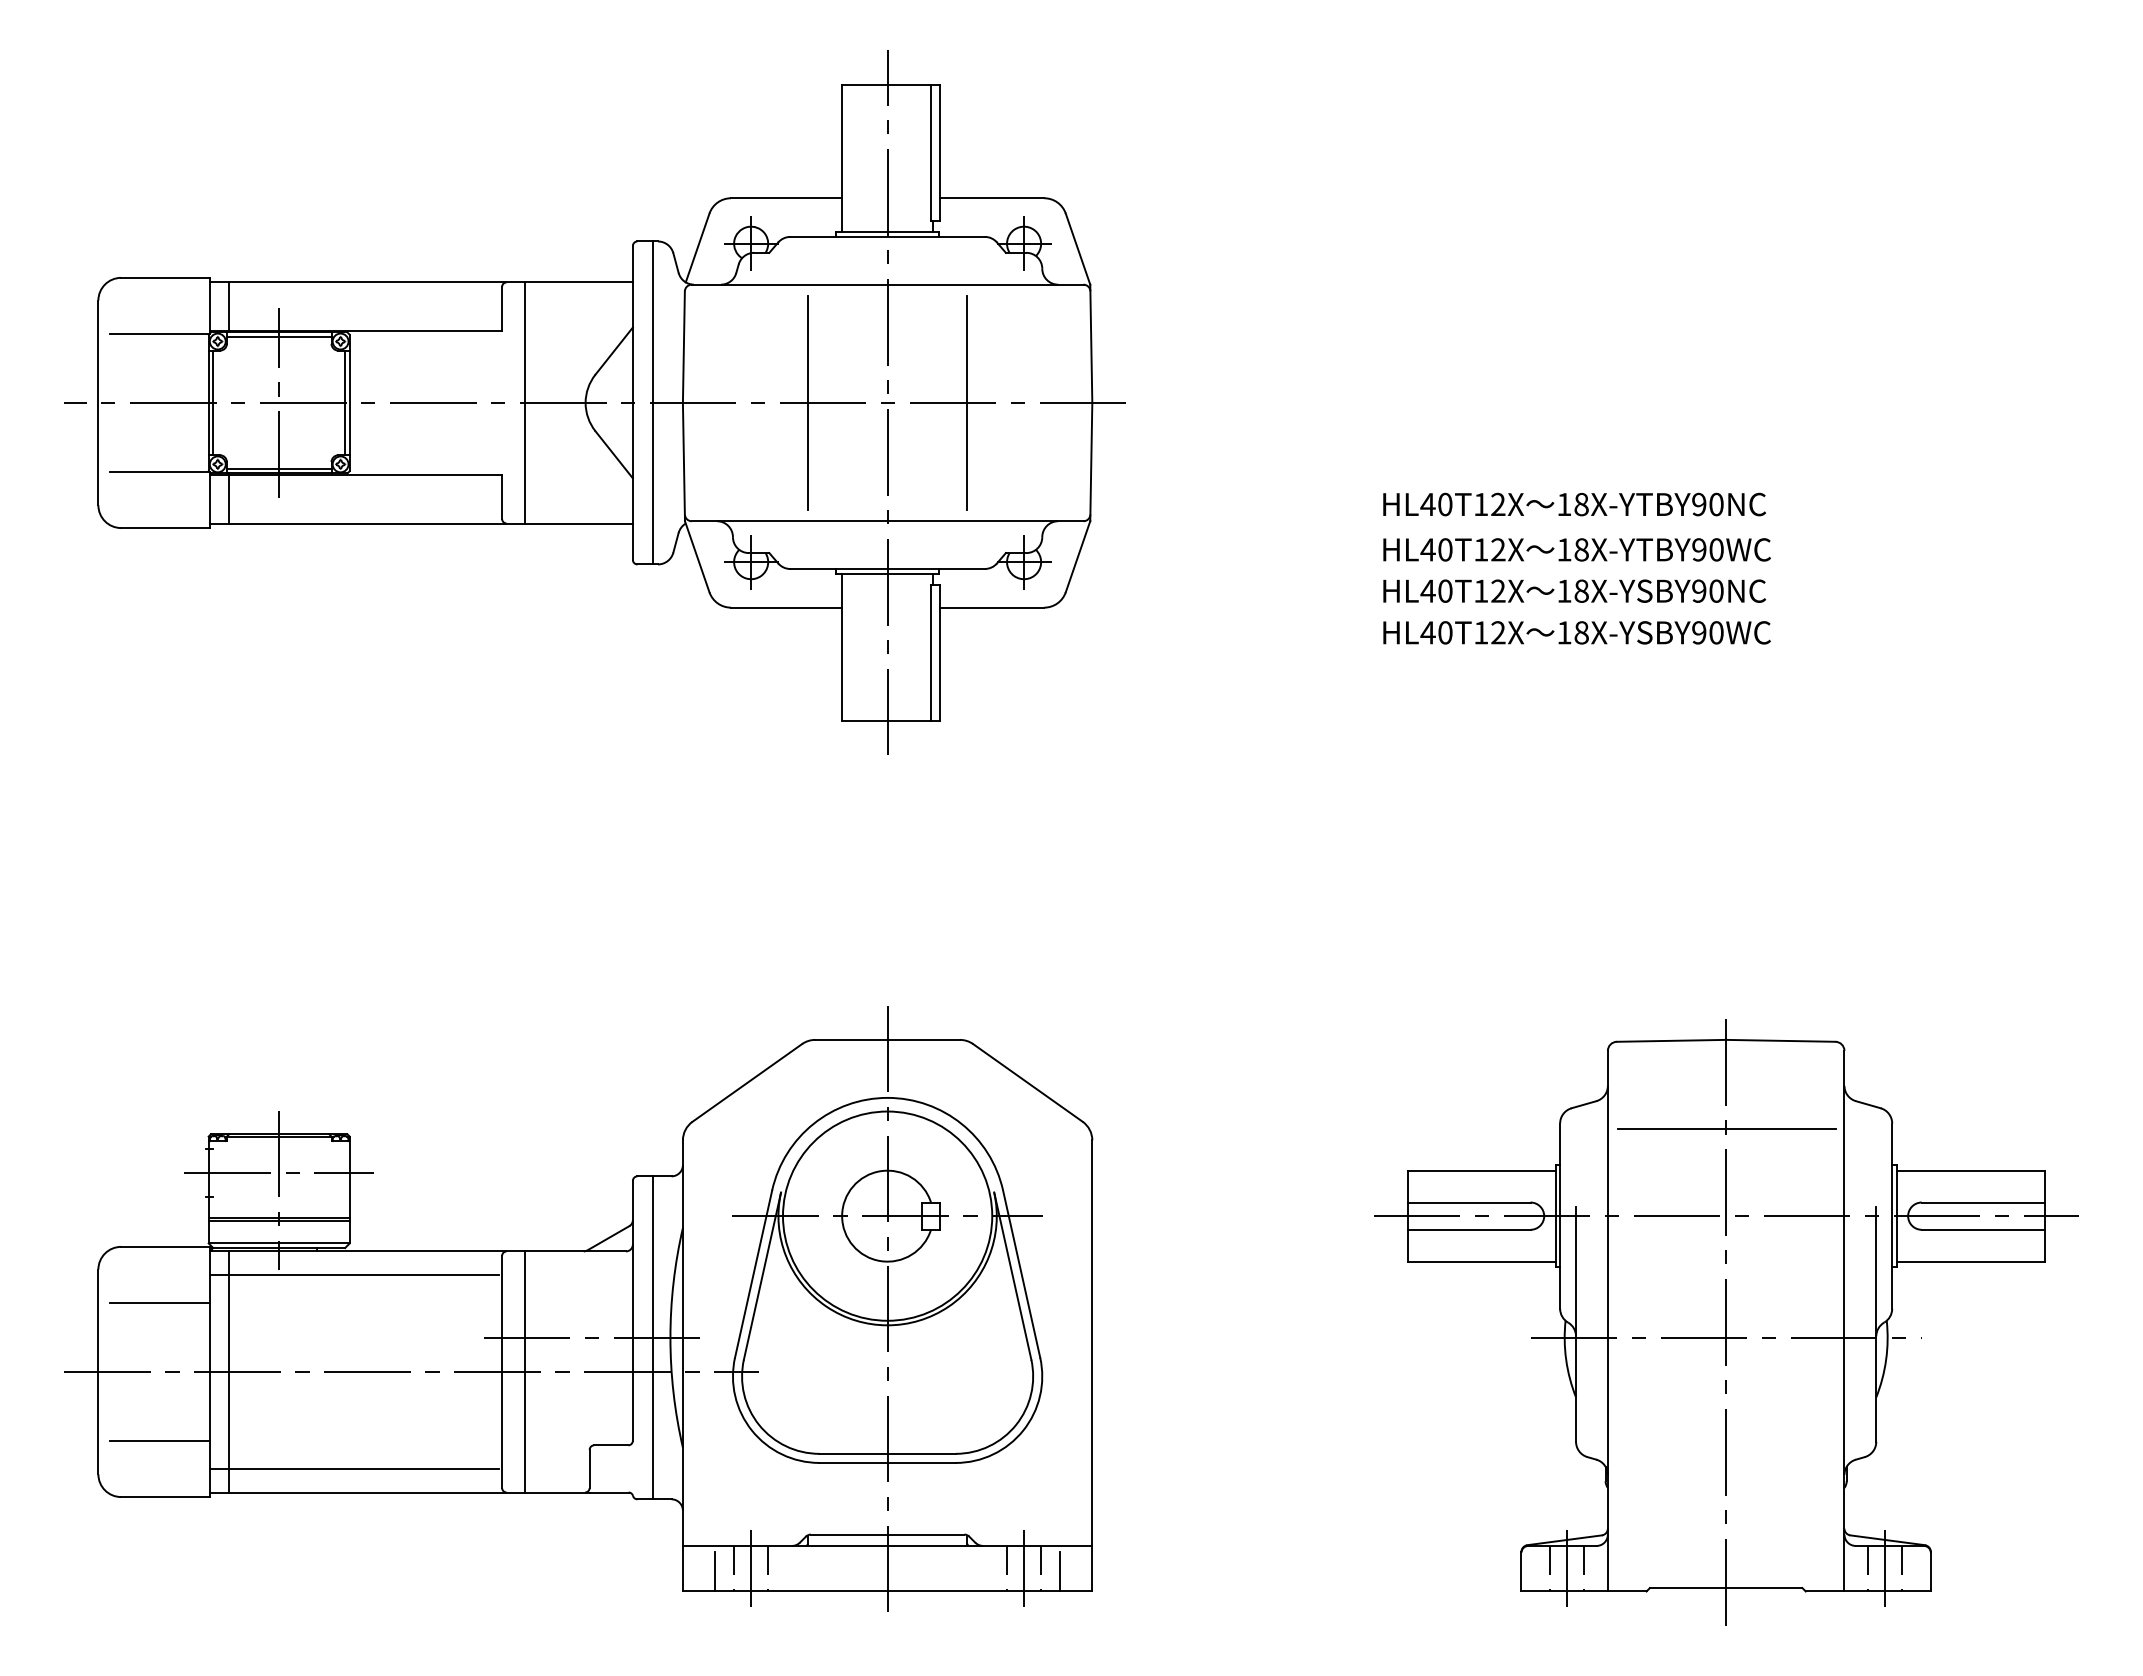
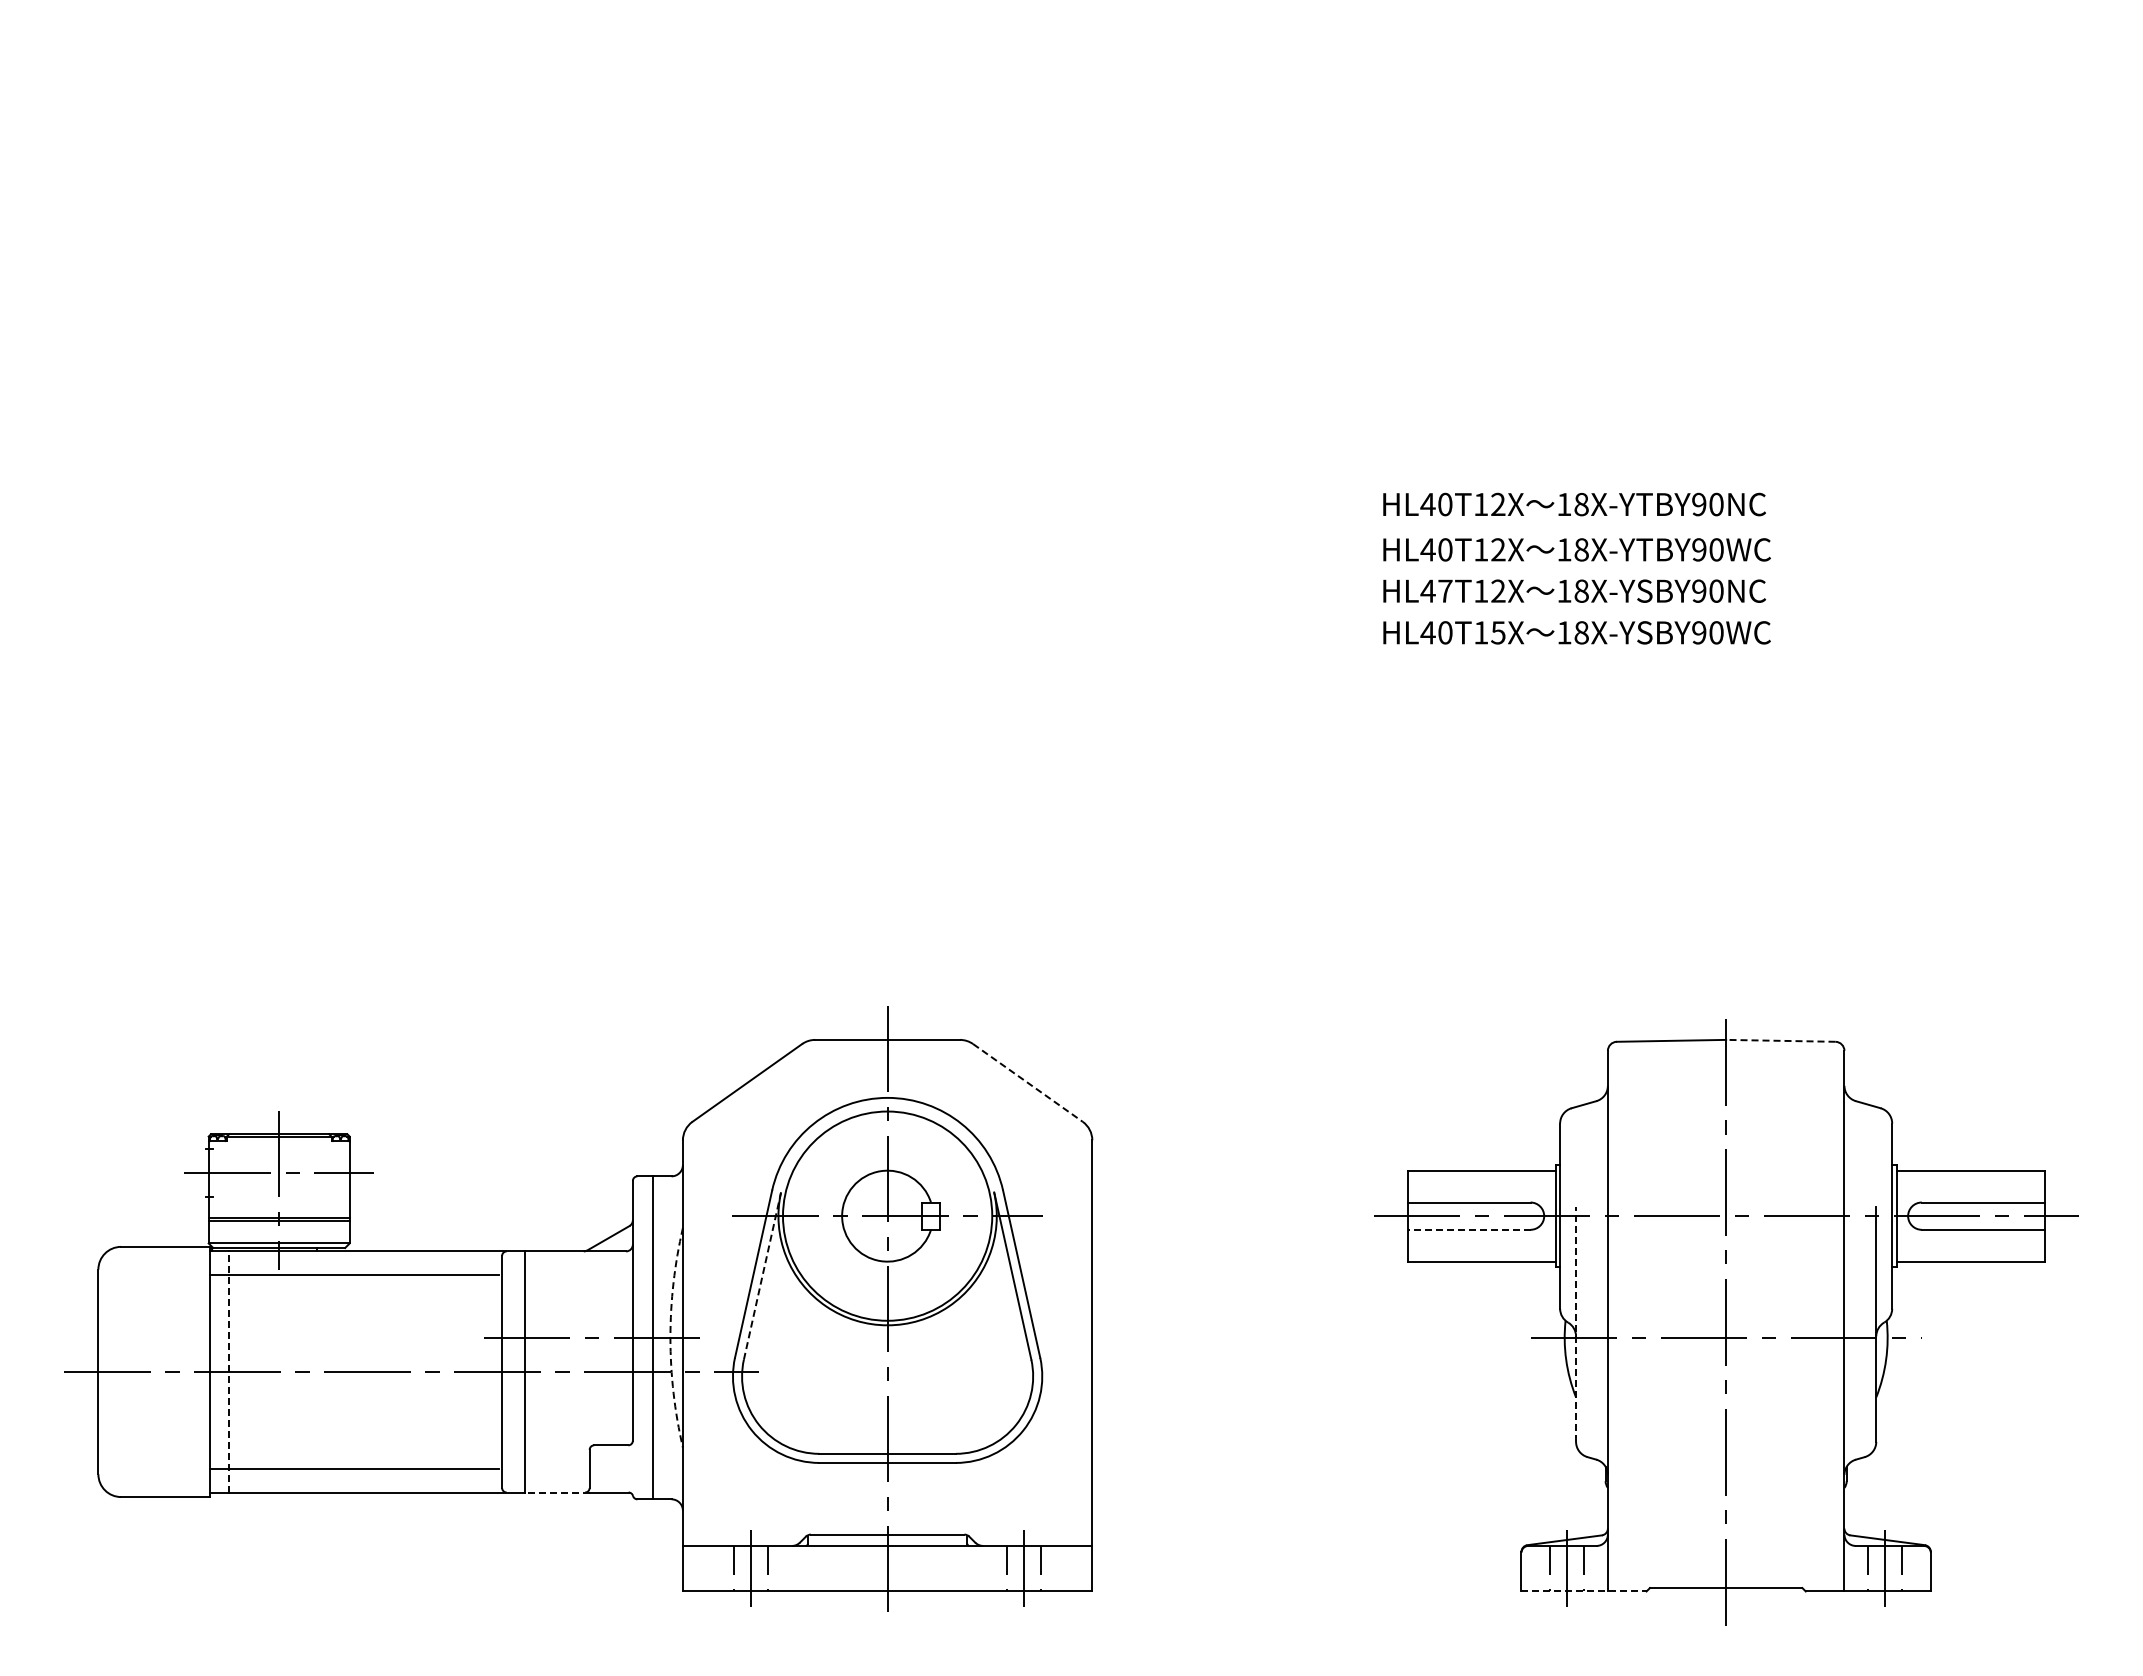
part at (594, 402): present -> none
text at (1445, 590): HL40T12X -> HL47T12X
text at (1498, 632): HL40T12X -> HL40T15X
line at (1780, 1040): solid -> dashed
line at (1028, 1083): solid -> dashed
line at (1726, 1128): present -> none
line at (1468, 1229): solid -> dashed
line at (762, 1276): solid -> dashed
line at (159, 1302): present -> none
line at (1576, 1324): solid -> dashed
arc at (670, 1337): solid -> dashed
line at (229, 1371): solid -> dashed
line at (159, 1441): present -> none
line at (556, 1492): solid -> dashed
line at (714, 1571): present -> none
line at (1060, 1571): present -> none
line at (1584, 1591): solid -> dashed
